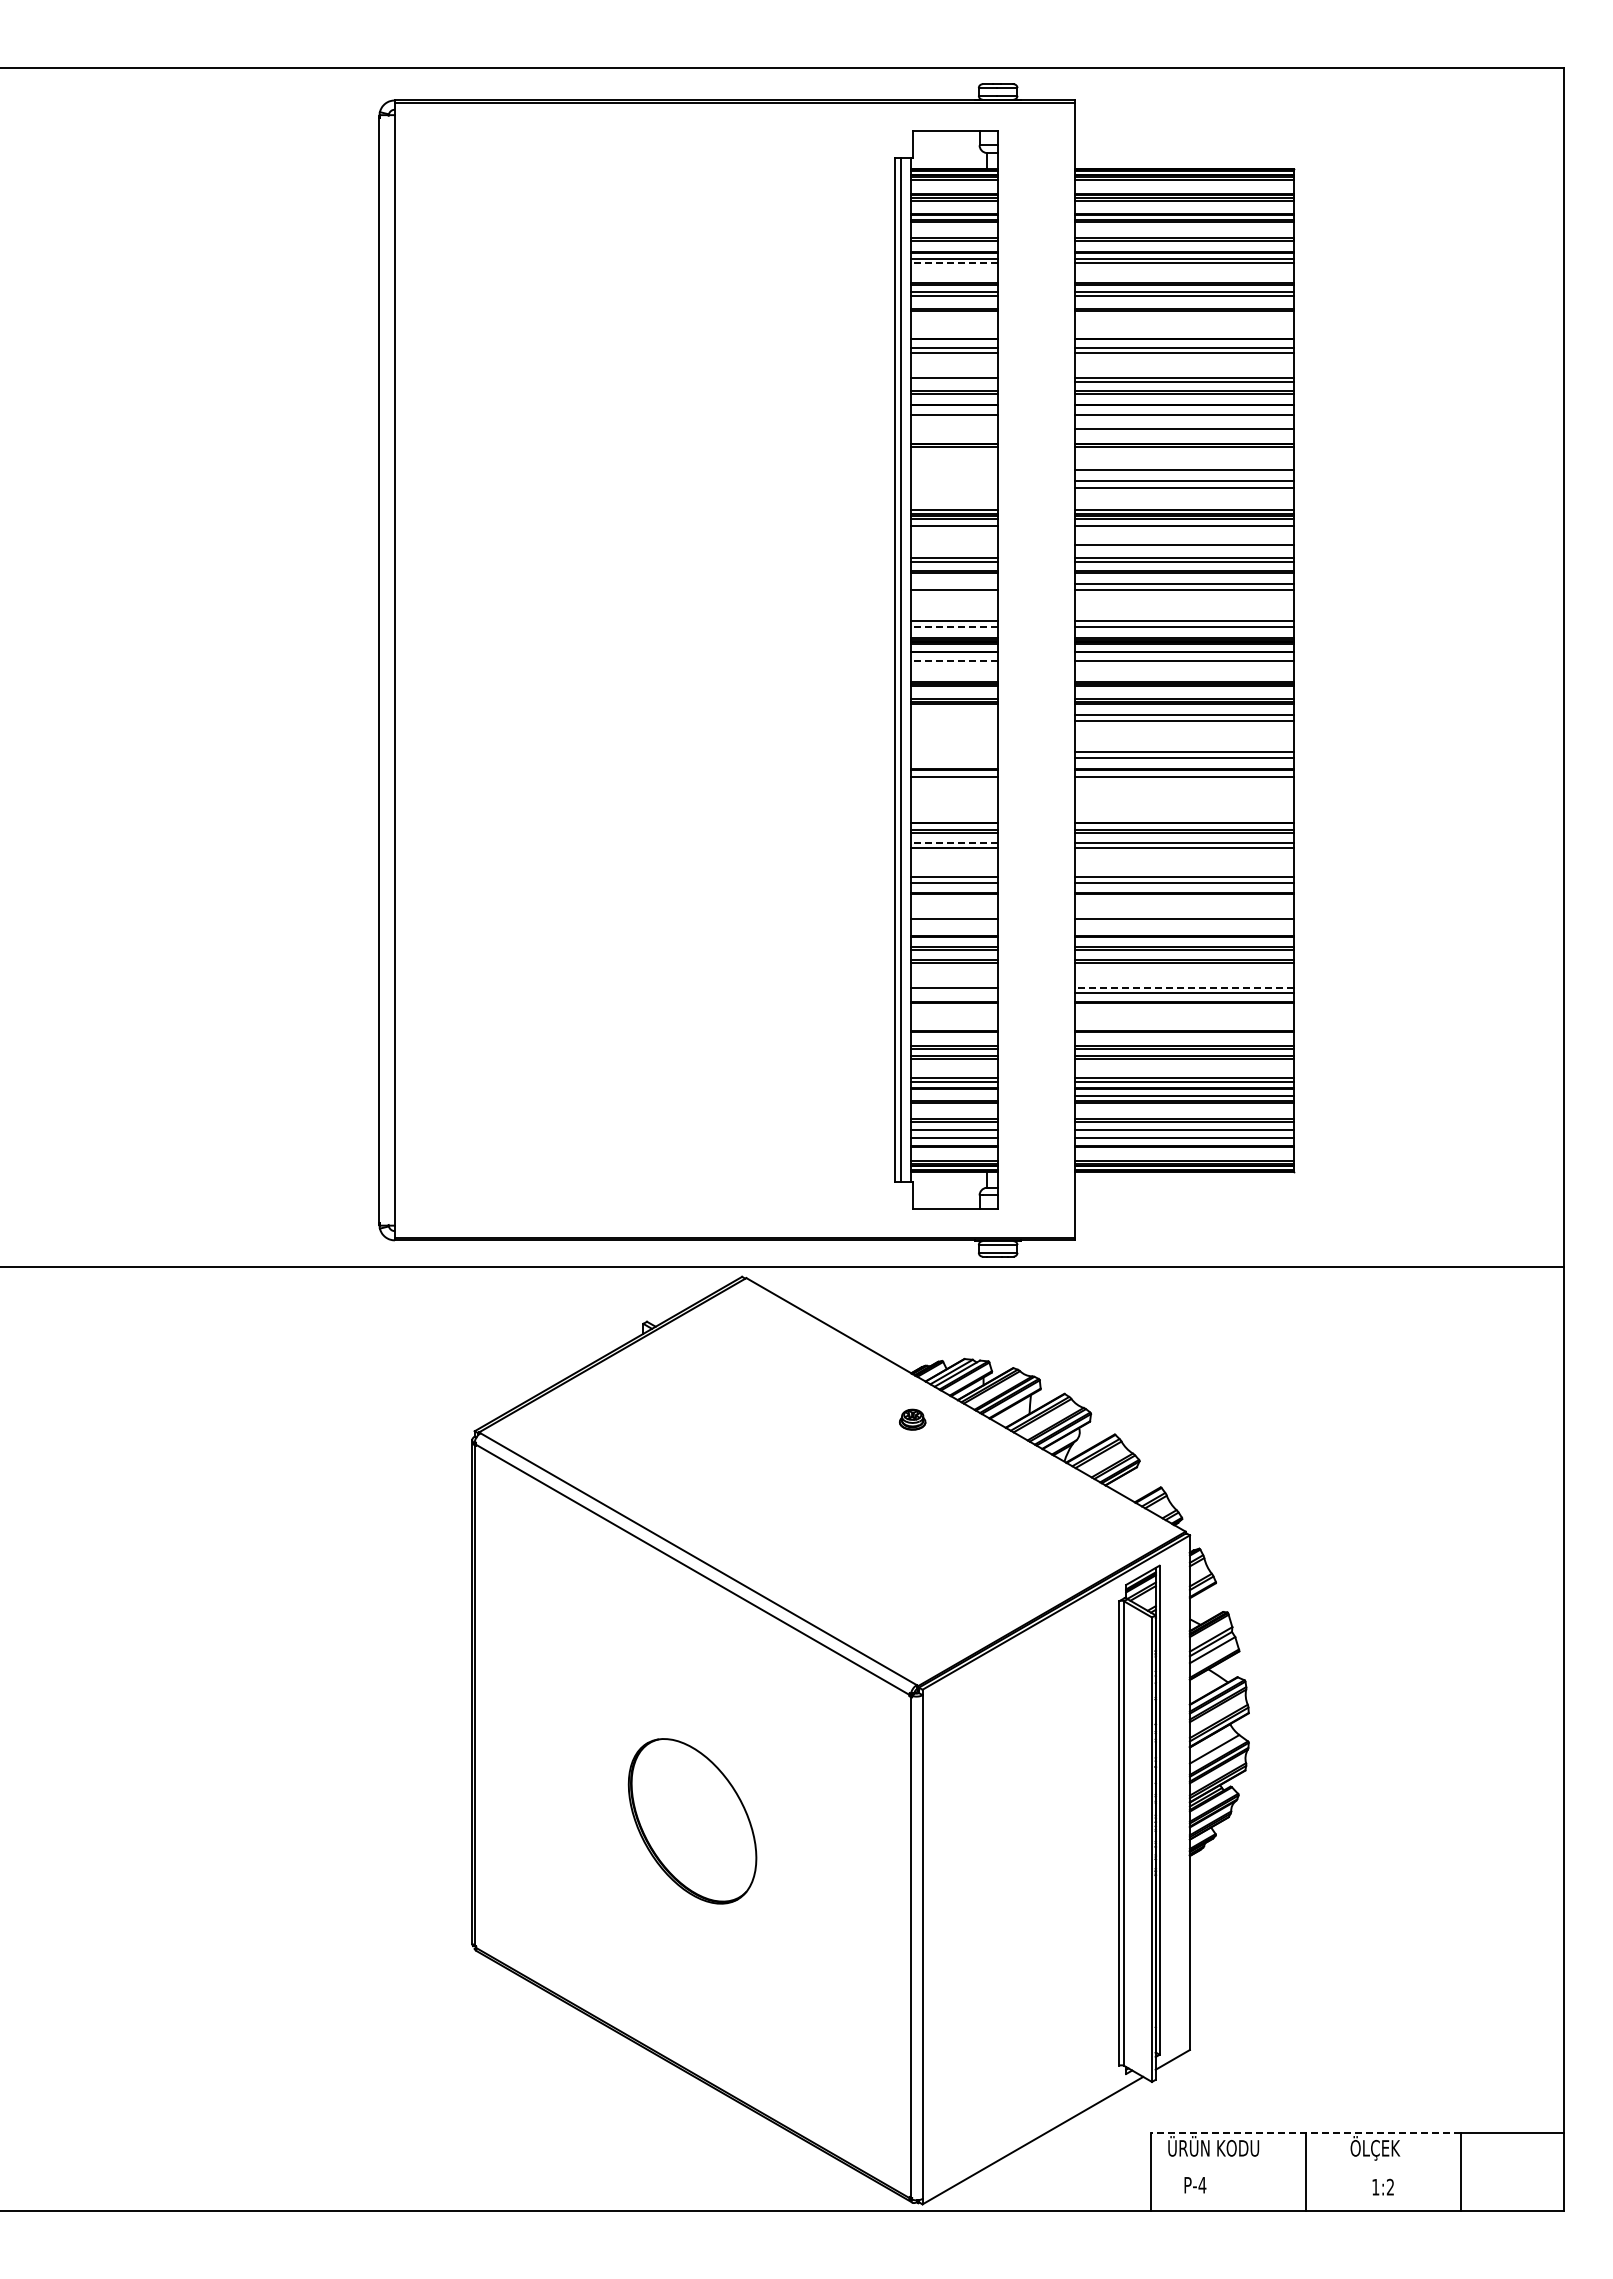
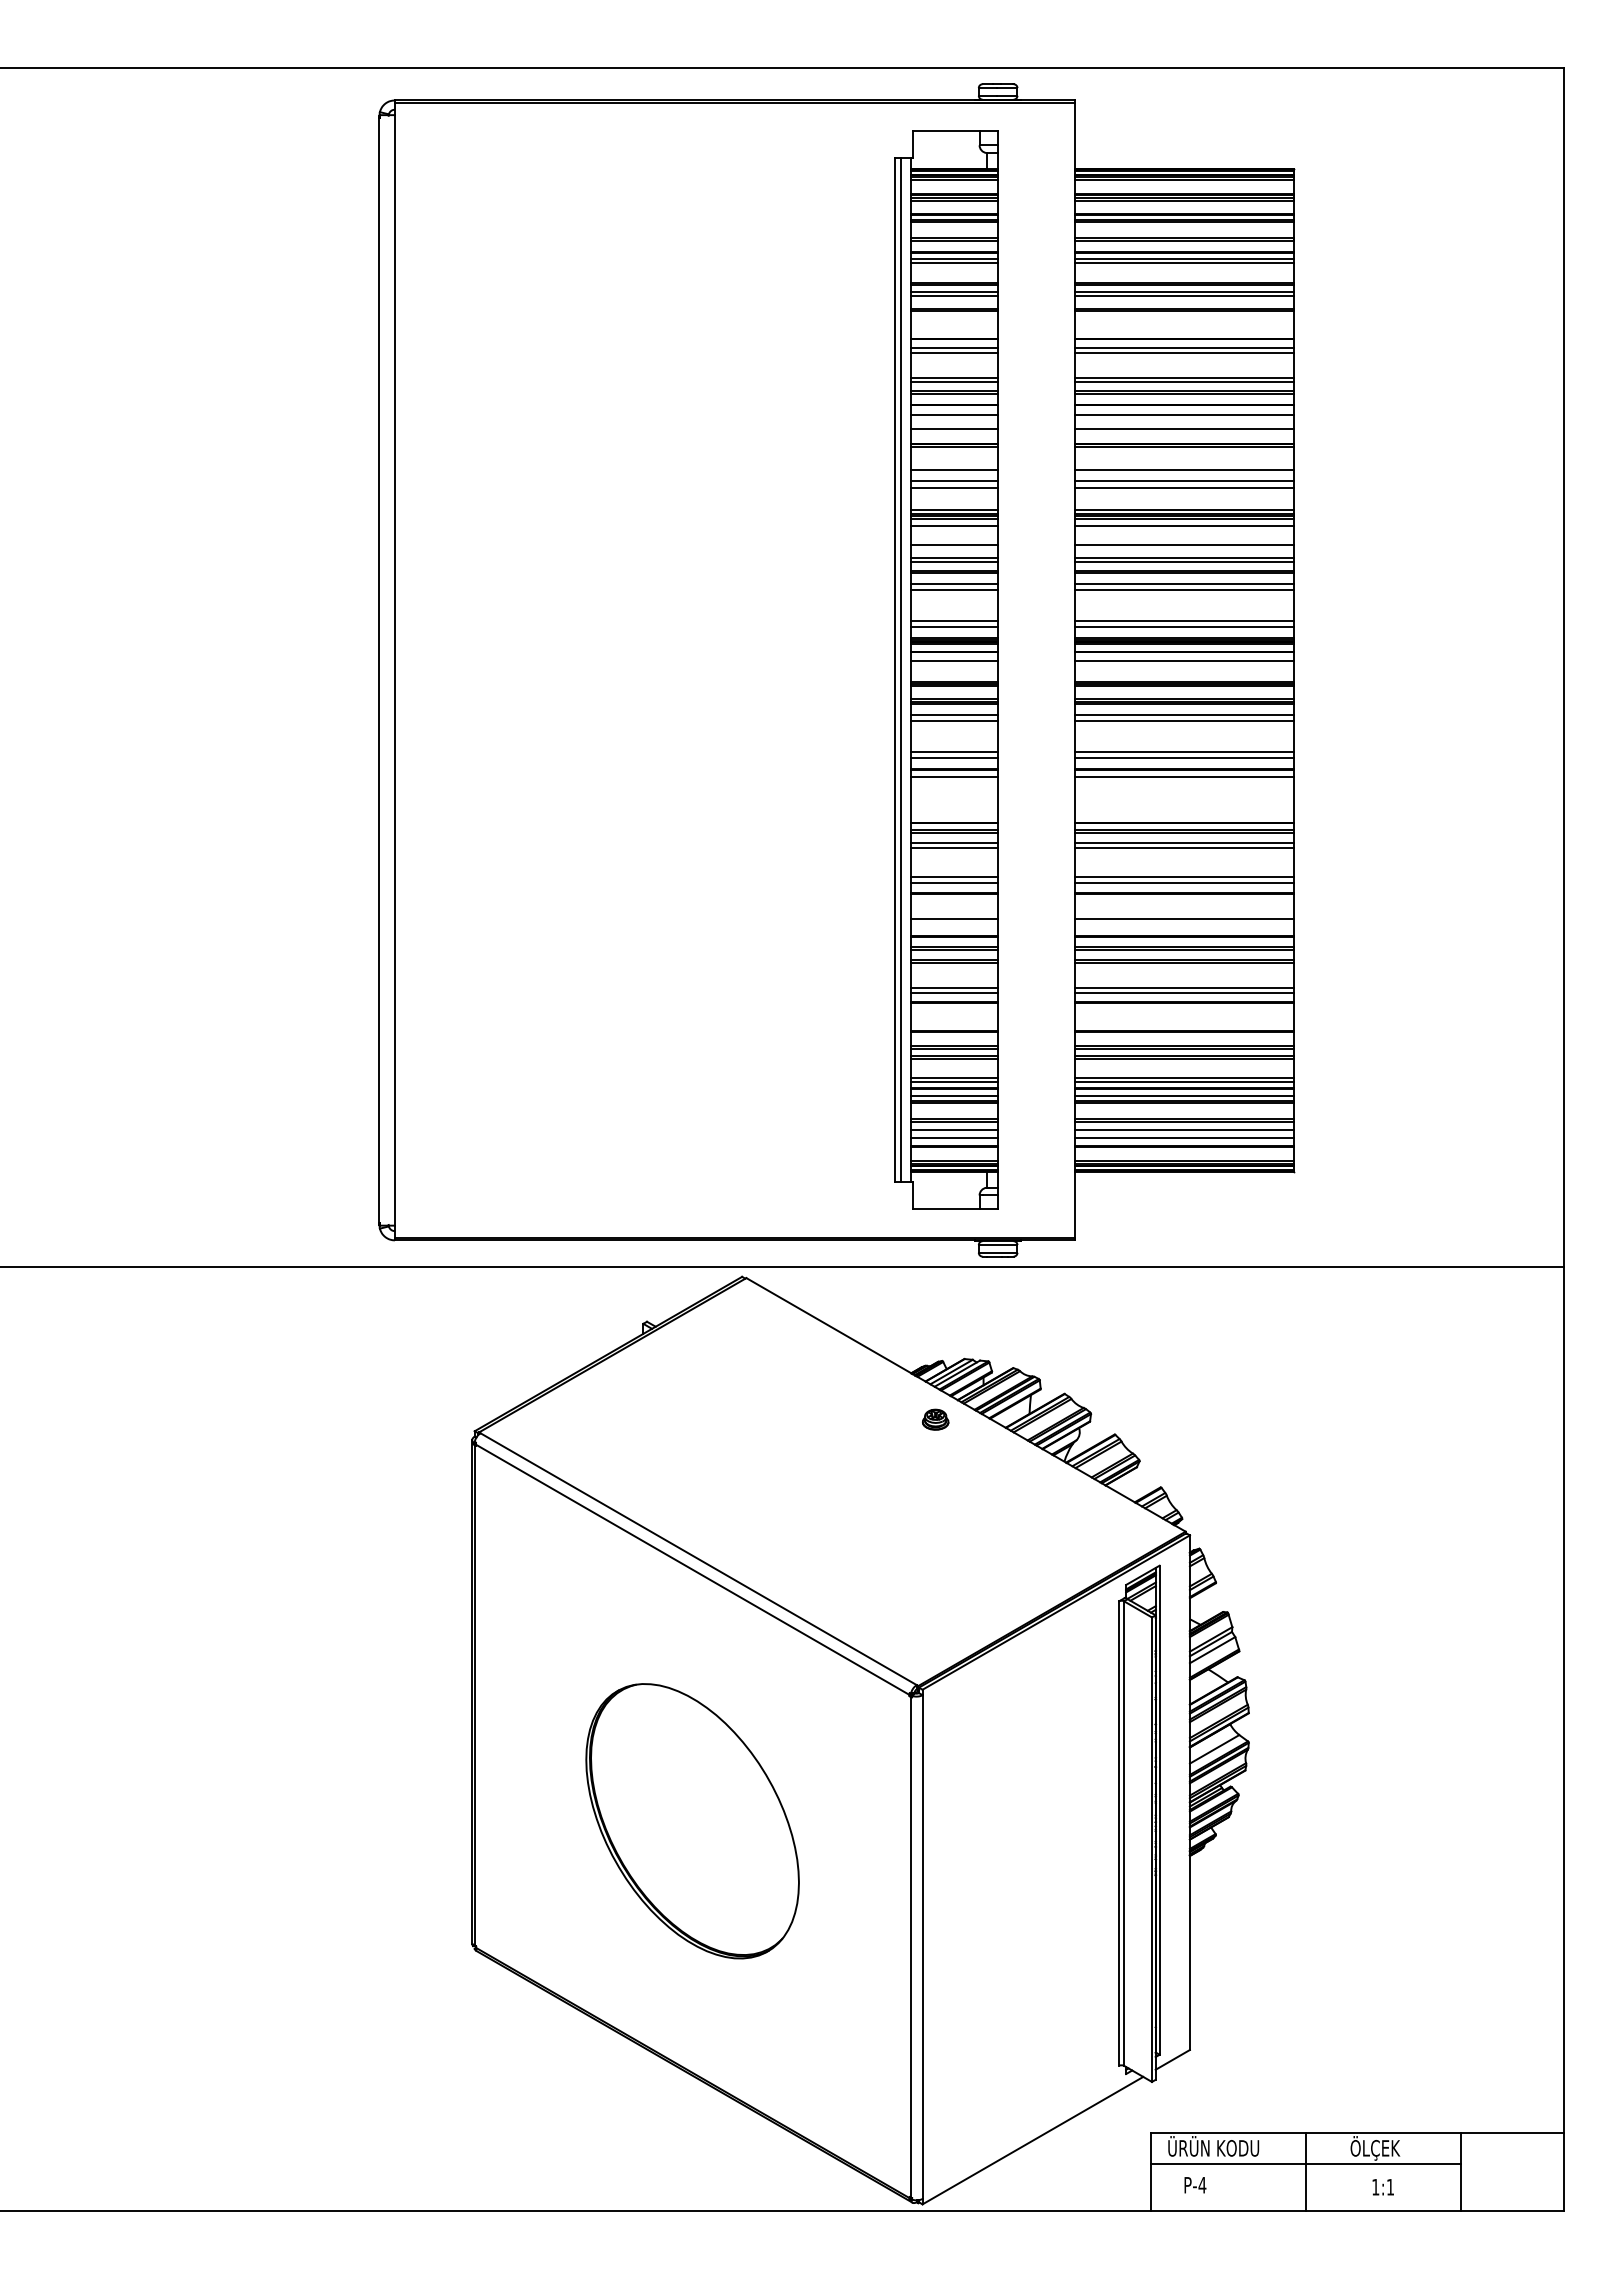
line at (954, 263): dashed -> solid
line at (954, 382): none -> present
line at (954, 428): none -> present
line at (954, 469): none -> present
line at (954, 480): none -> present
line at (954, 487): none -> present
line at (954, 544): none -> present
line at (954, 584): none -> present
line at (954, 626): dashed -> solid
line at (954, 661): dashed -> solid
line at (954, 715): none -> present
line at (954, 720): none -> present
line at (954, 751): none -> present
line at (954, 757): none -> present
line at (954, 843): dashed -> solid
line at (1184, 988): dashed -> solid
line at (954, 993): none -> present
line at (954, 1095): none -> present
part at (912, 1419) position: (912, 1419) -> (935, 1419)
part at (692, 1821) size: 131x167 px -> 215x277 px
line at (1306, 2133): dashed -> solid
line at (1305, 2164): none -> present
text at (1389, 2186): 1:2 -> 1:1
